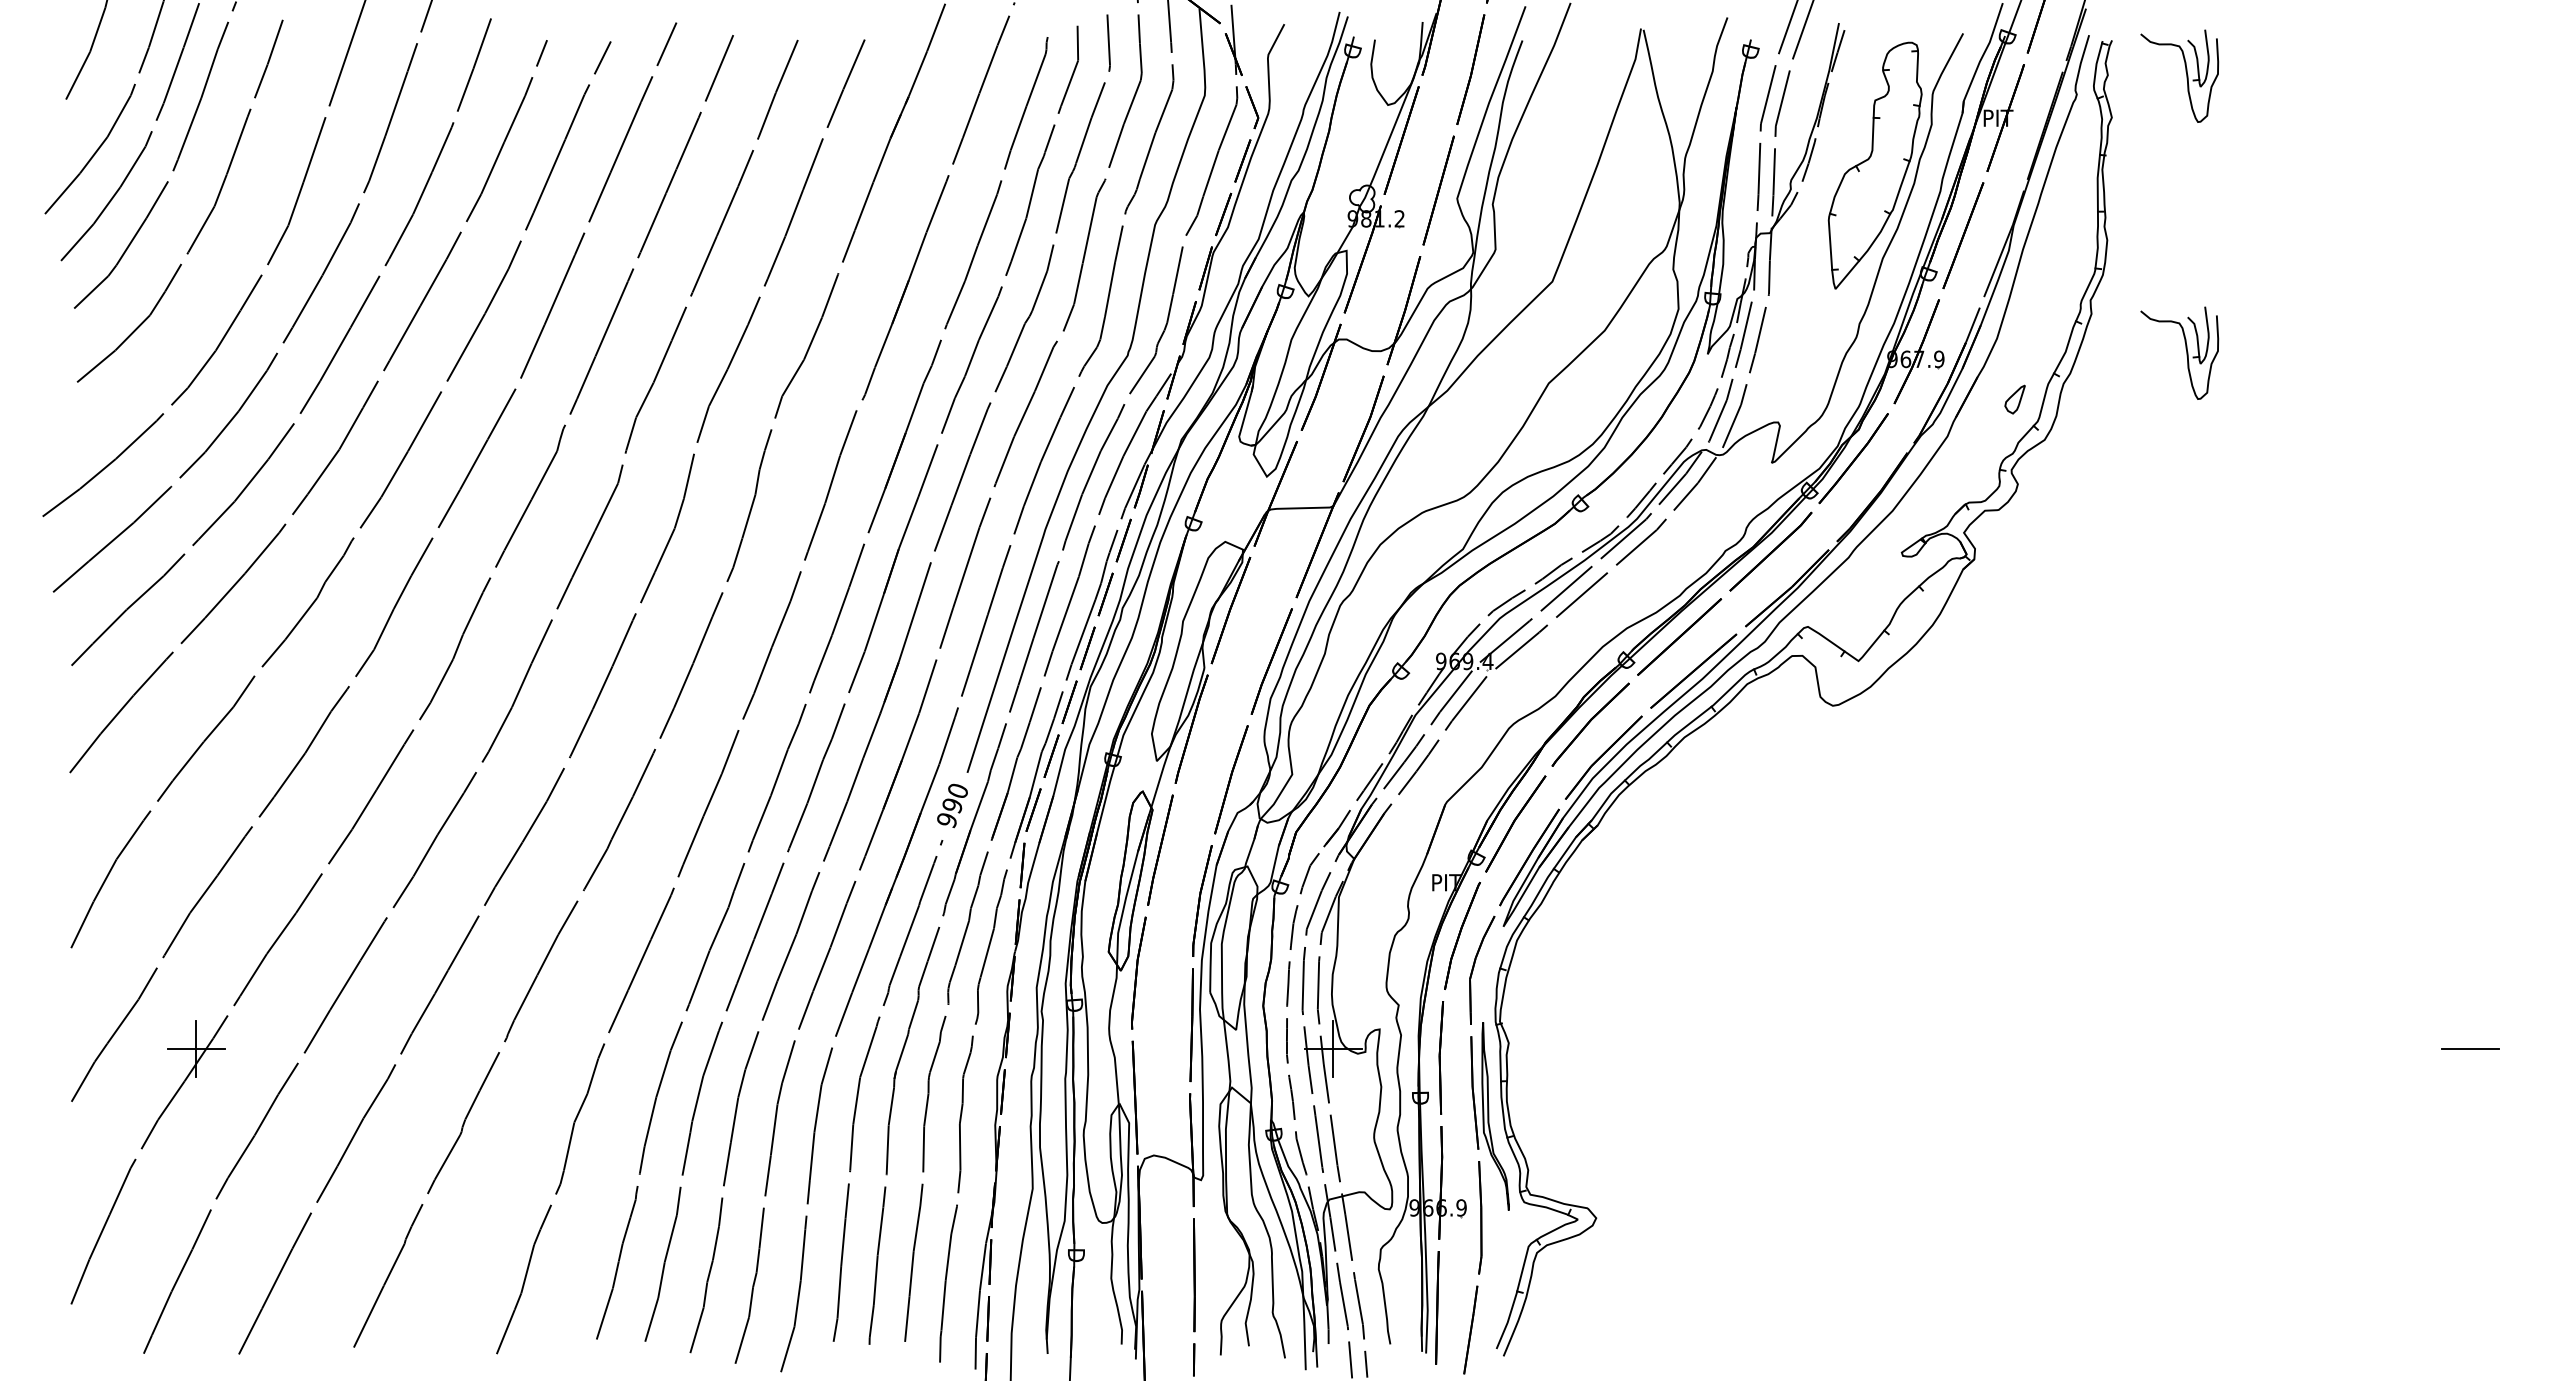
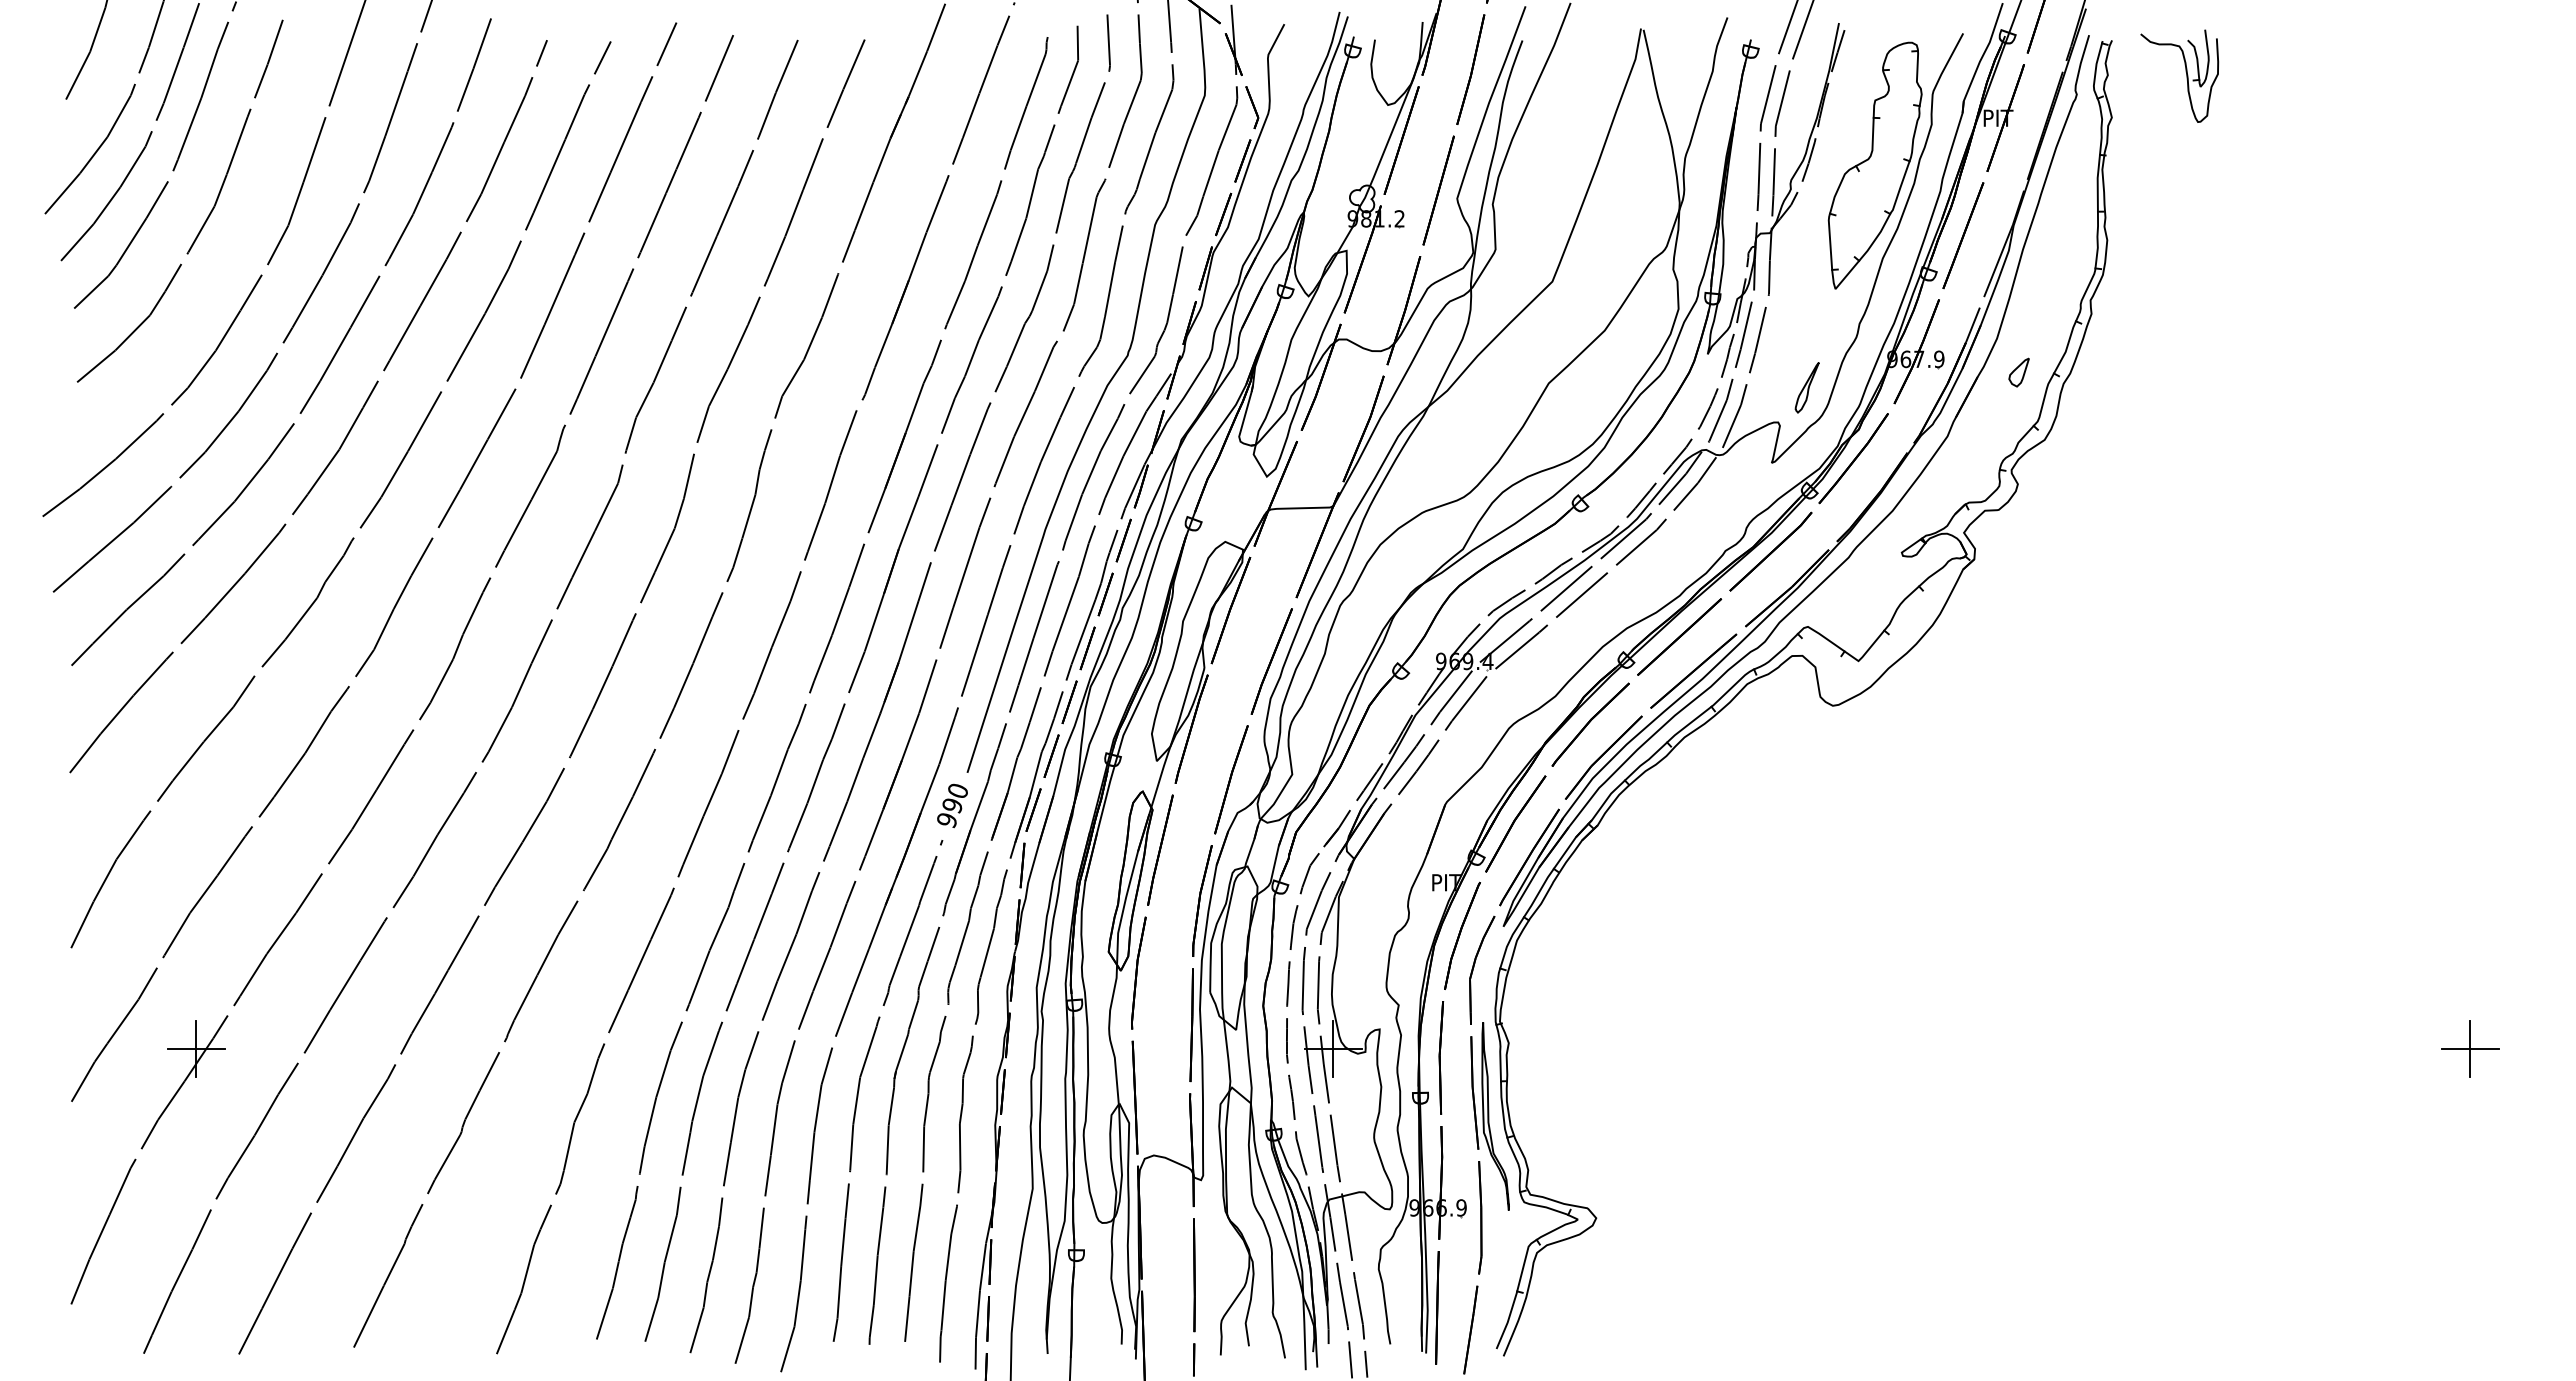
part at (2186, 352): present -> none
part at (1806, 387): none -> present
part at (2014, 399) position: (2014, 399) -> (2018, 372)
line at (2470, 1048): none -> present
